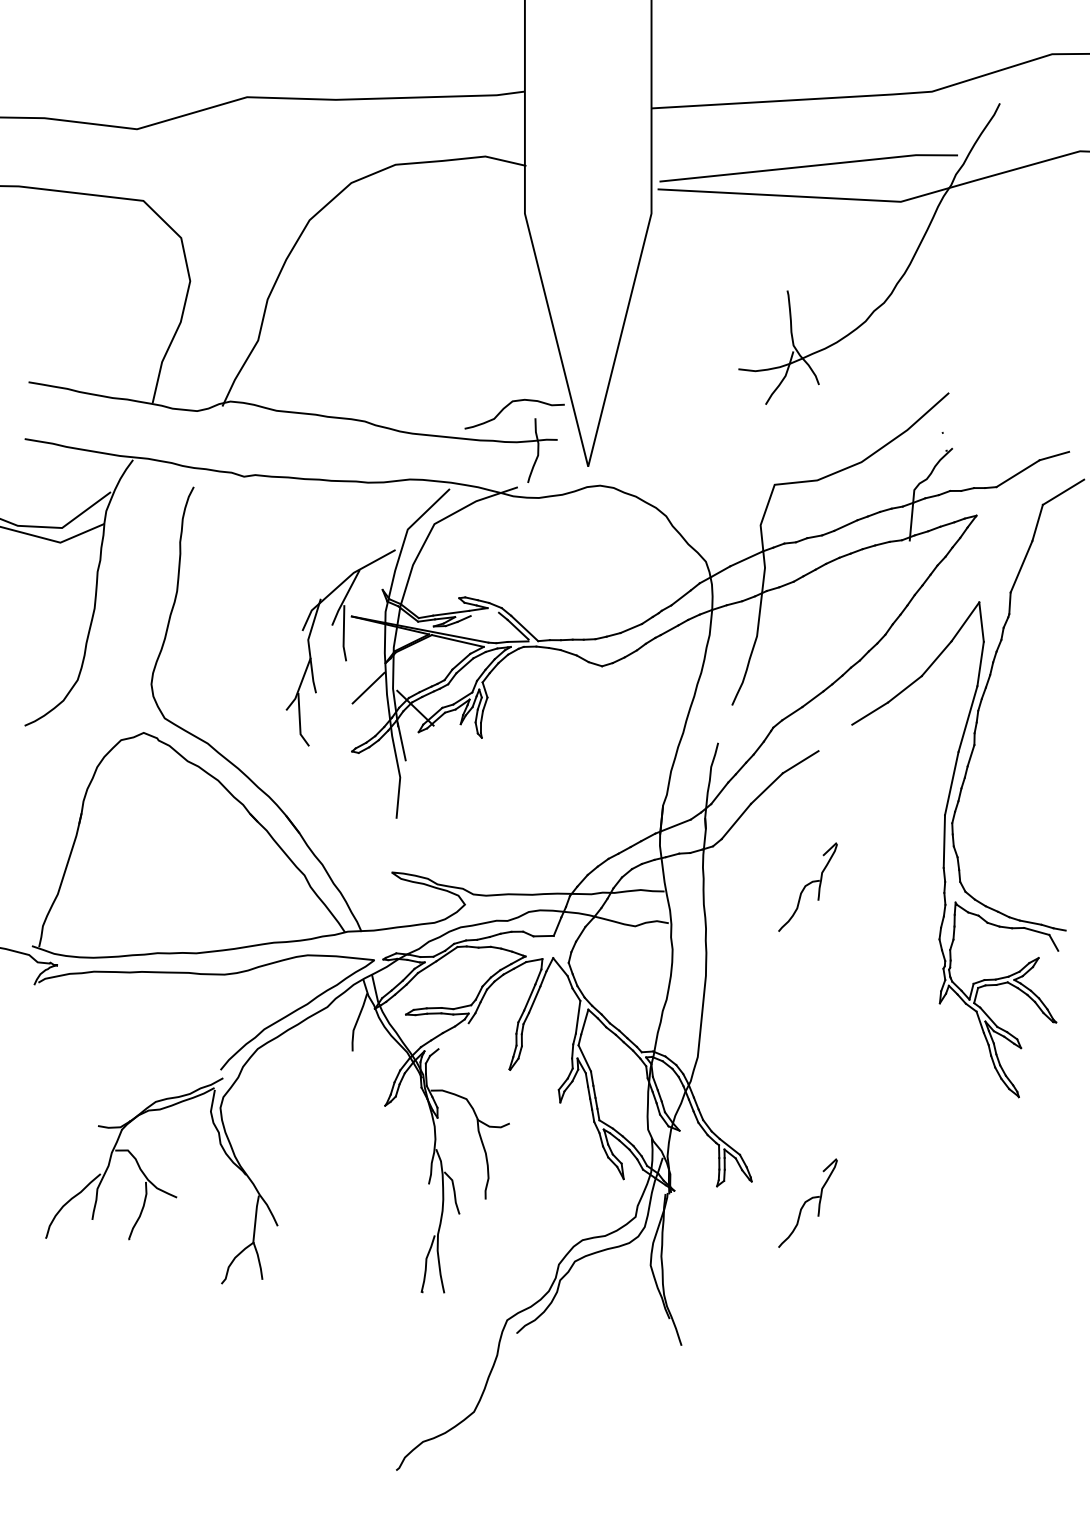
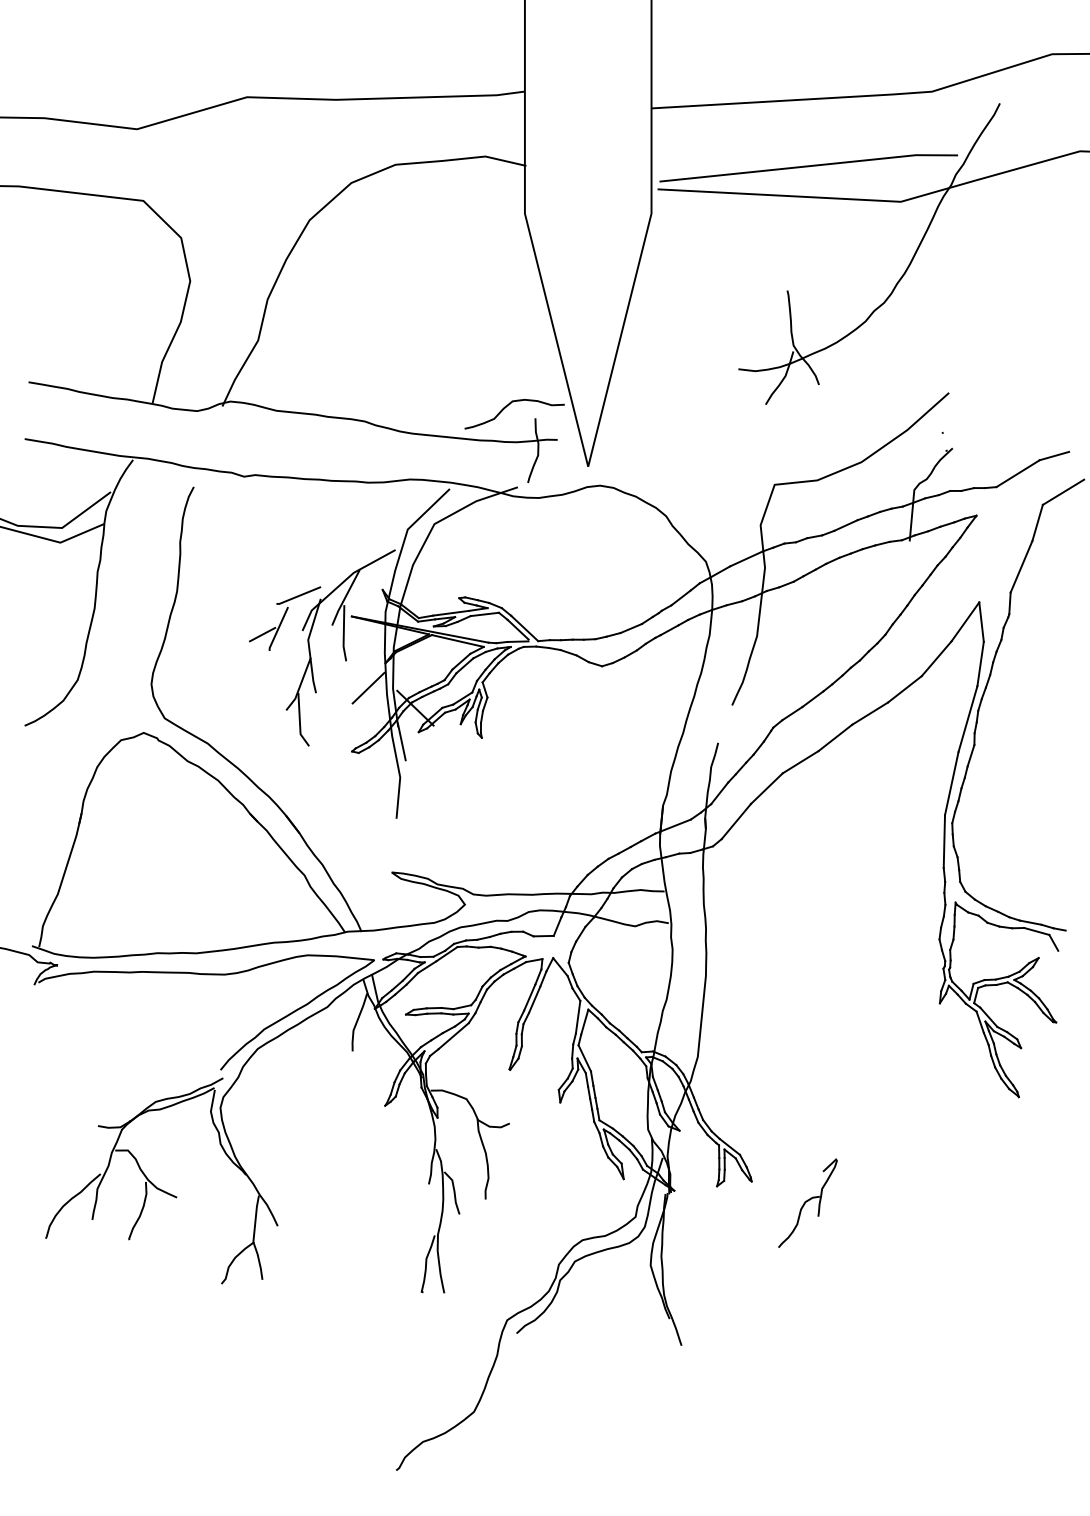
line at (484, 614): none -> present
part at (285, 618): none -> present
line at (835, 737): none -> present
part at (807, 886): present -> none
line at (453, 1036): none -> present
